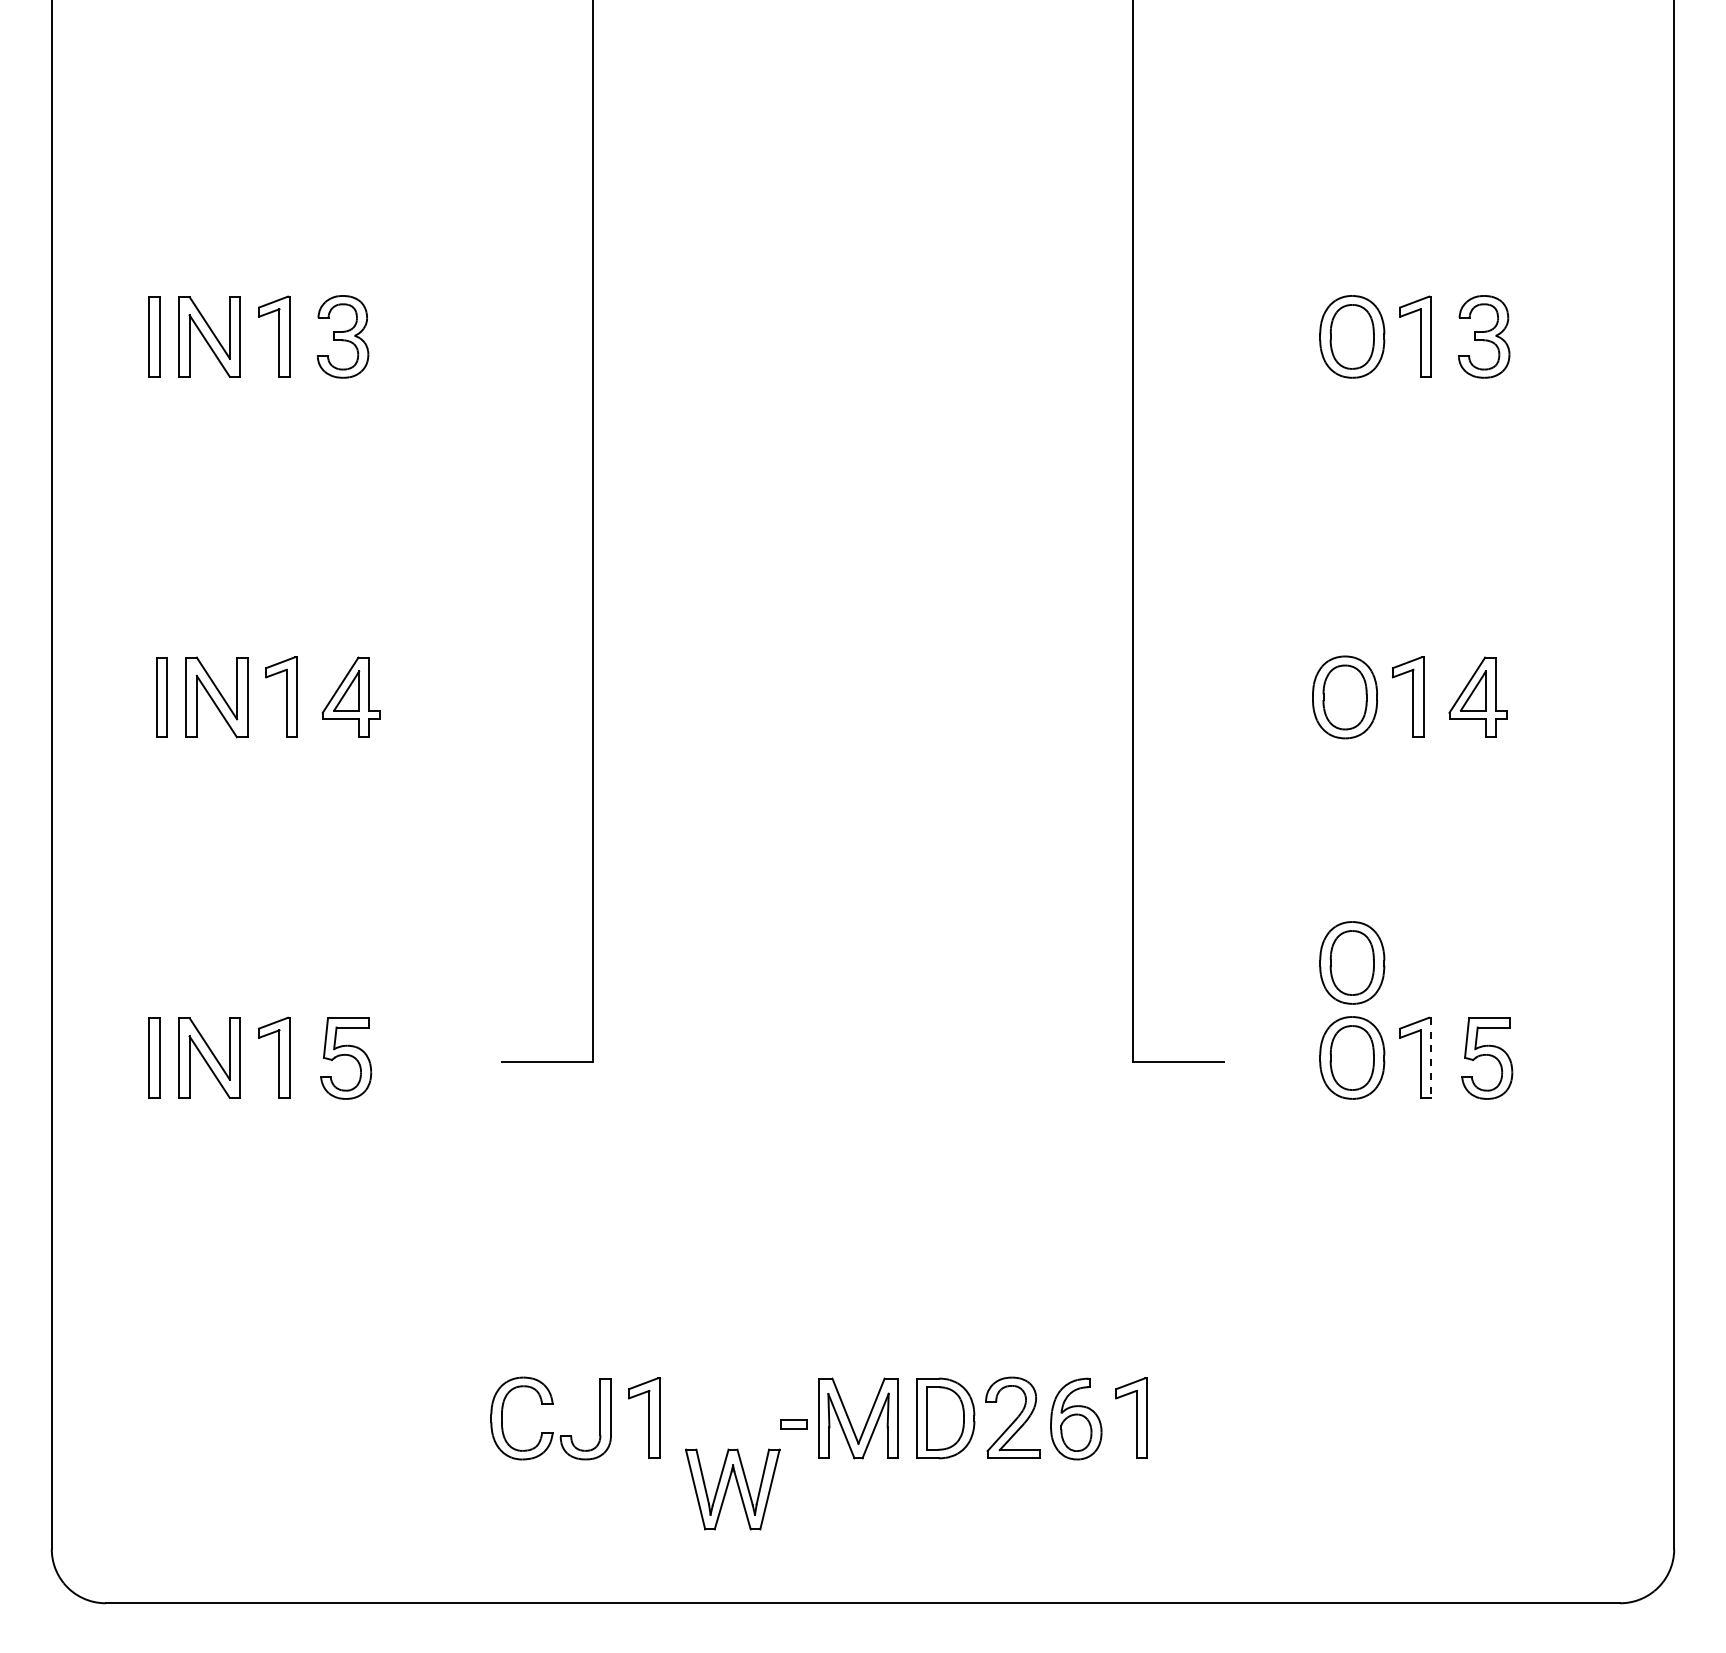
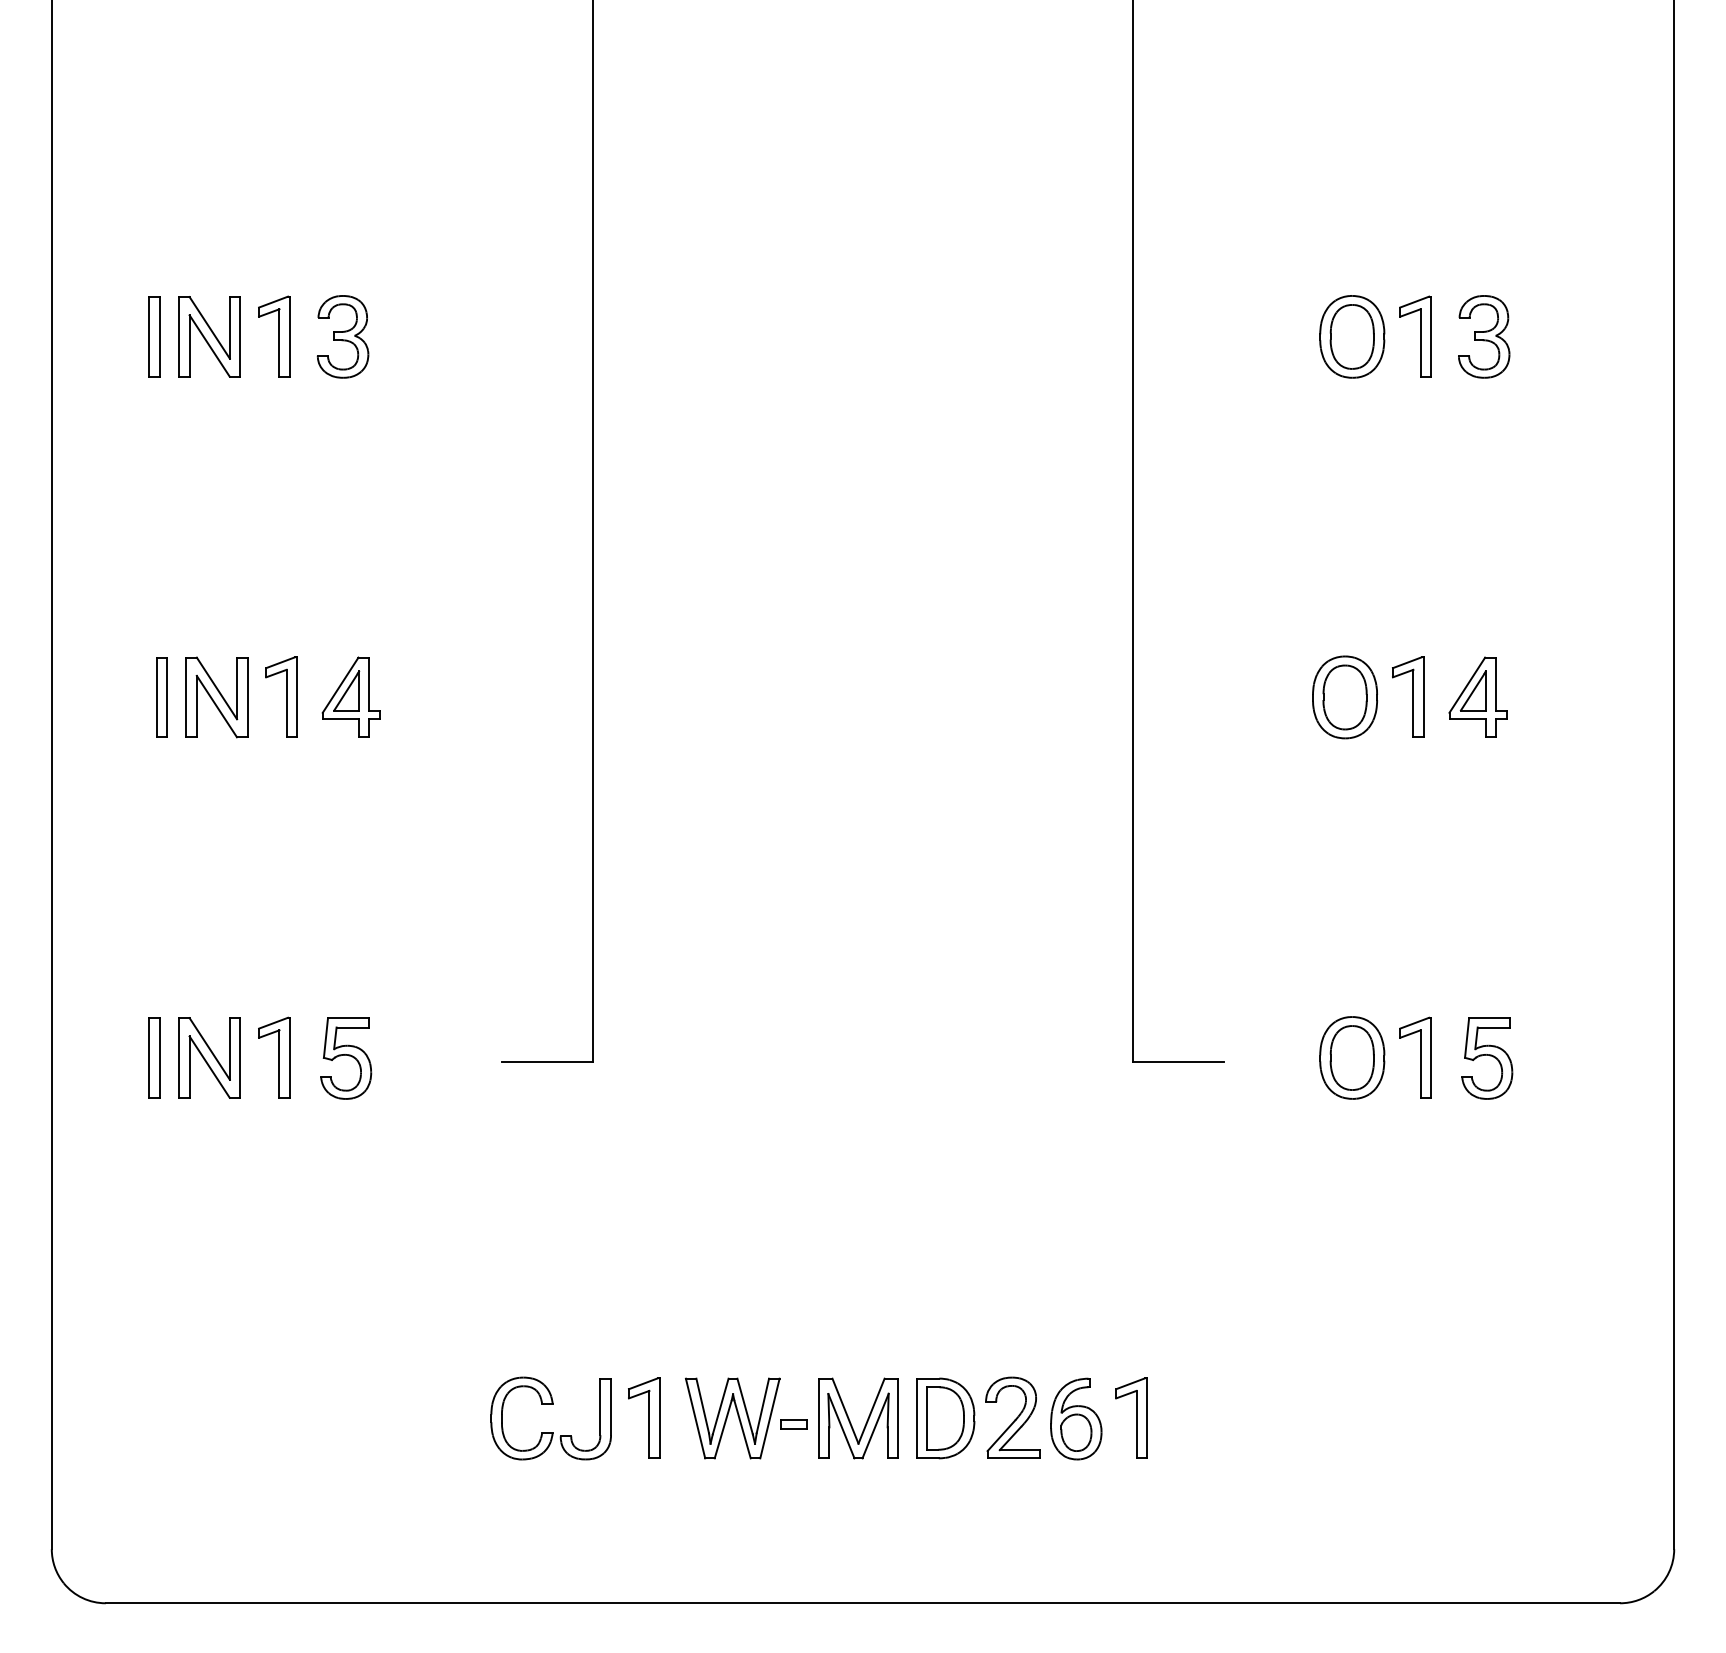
part at (1352, 962): present -> none
line at (1430, 1058): dashed -> solid
part at (732, 1489) position: (732, 1489) -> (732, 1418)
